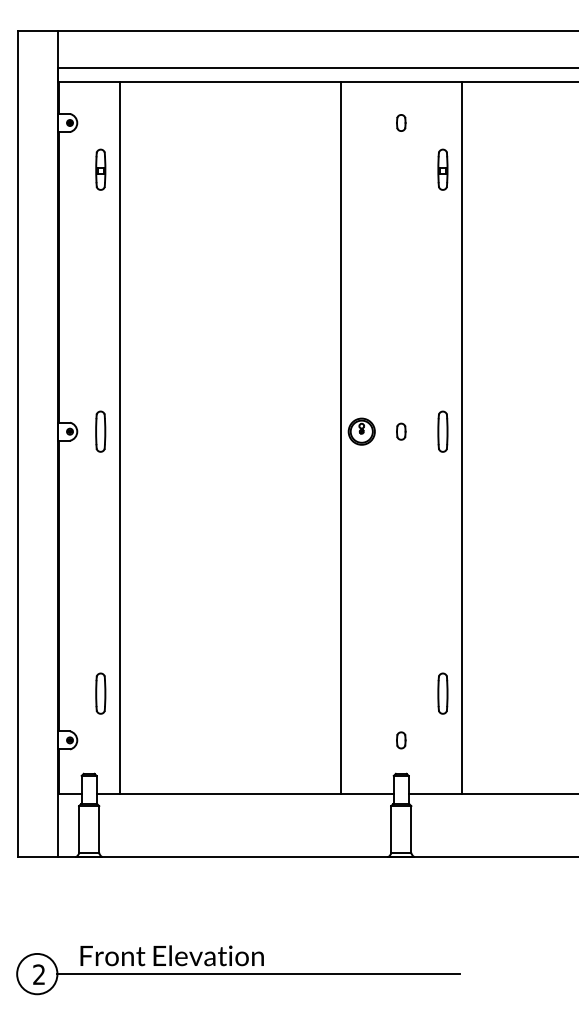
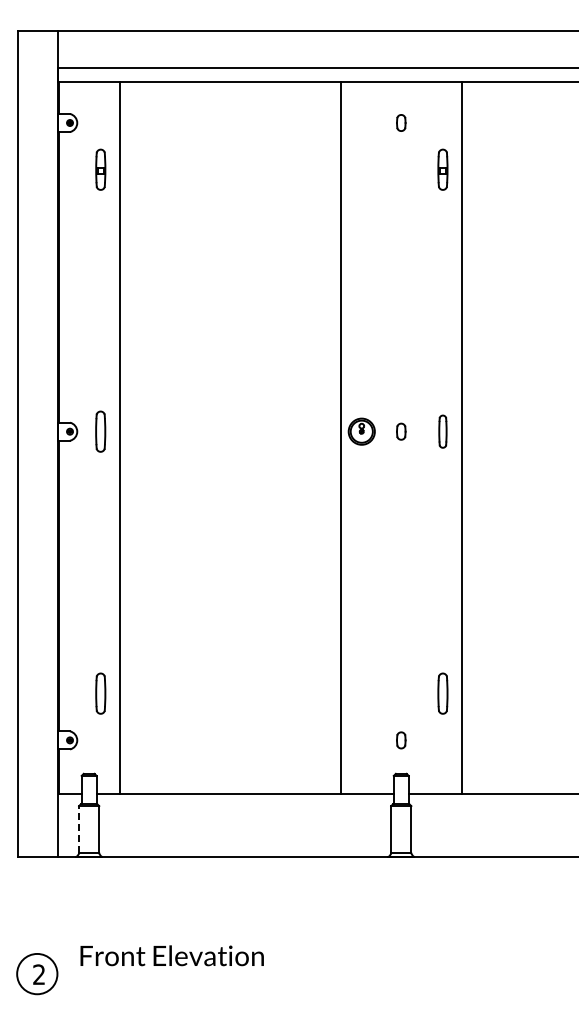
part at (442, 431) size: 12x43 px -> 10x35 px
line at (79, 828): solid -> dashed
line at (258, 974): present -> none
